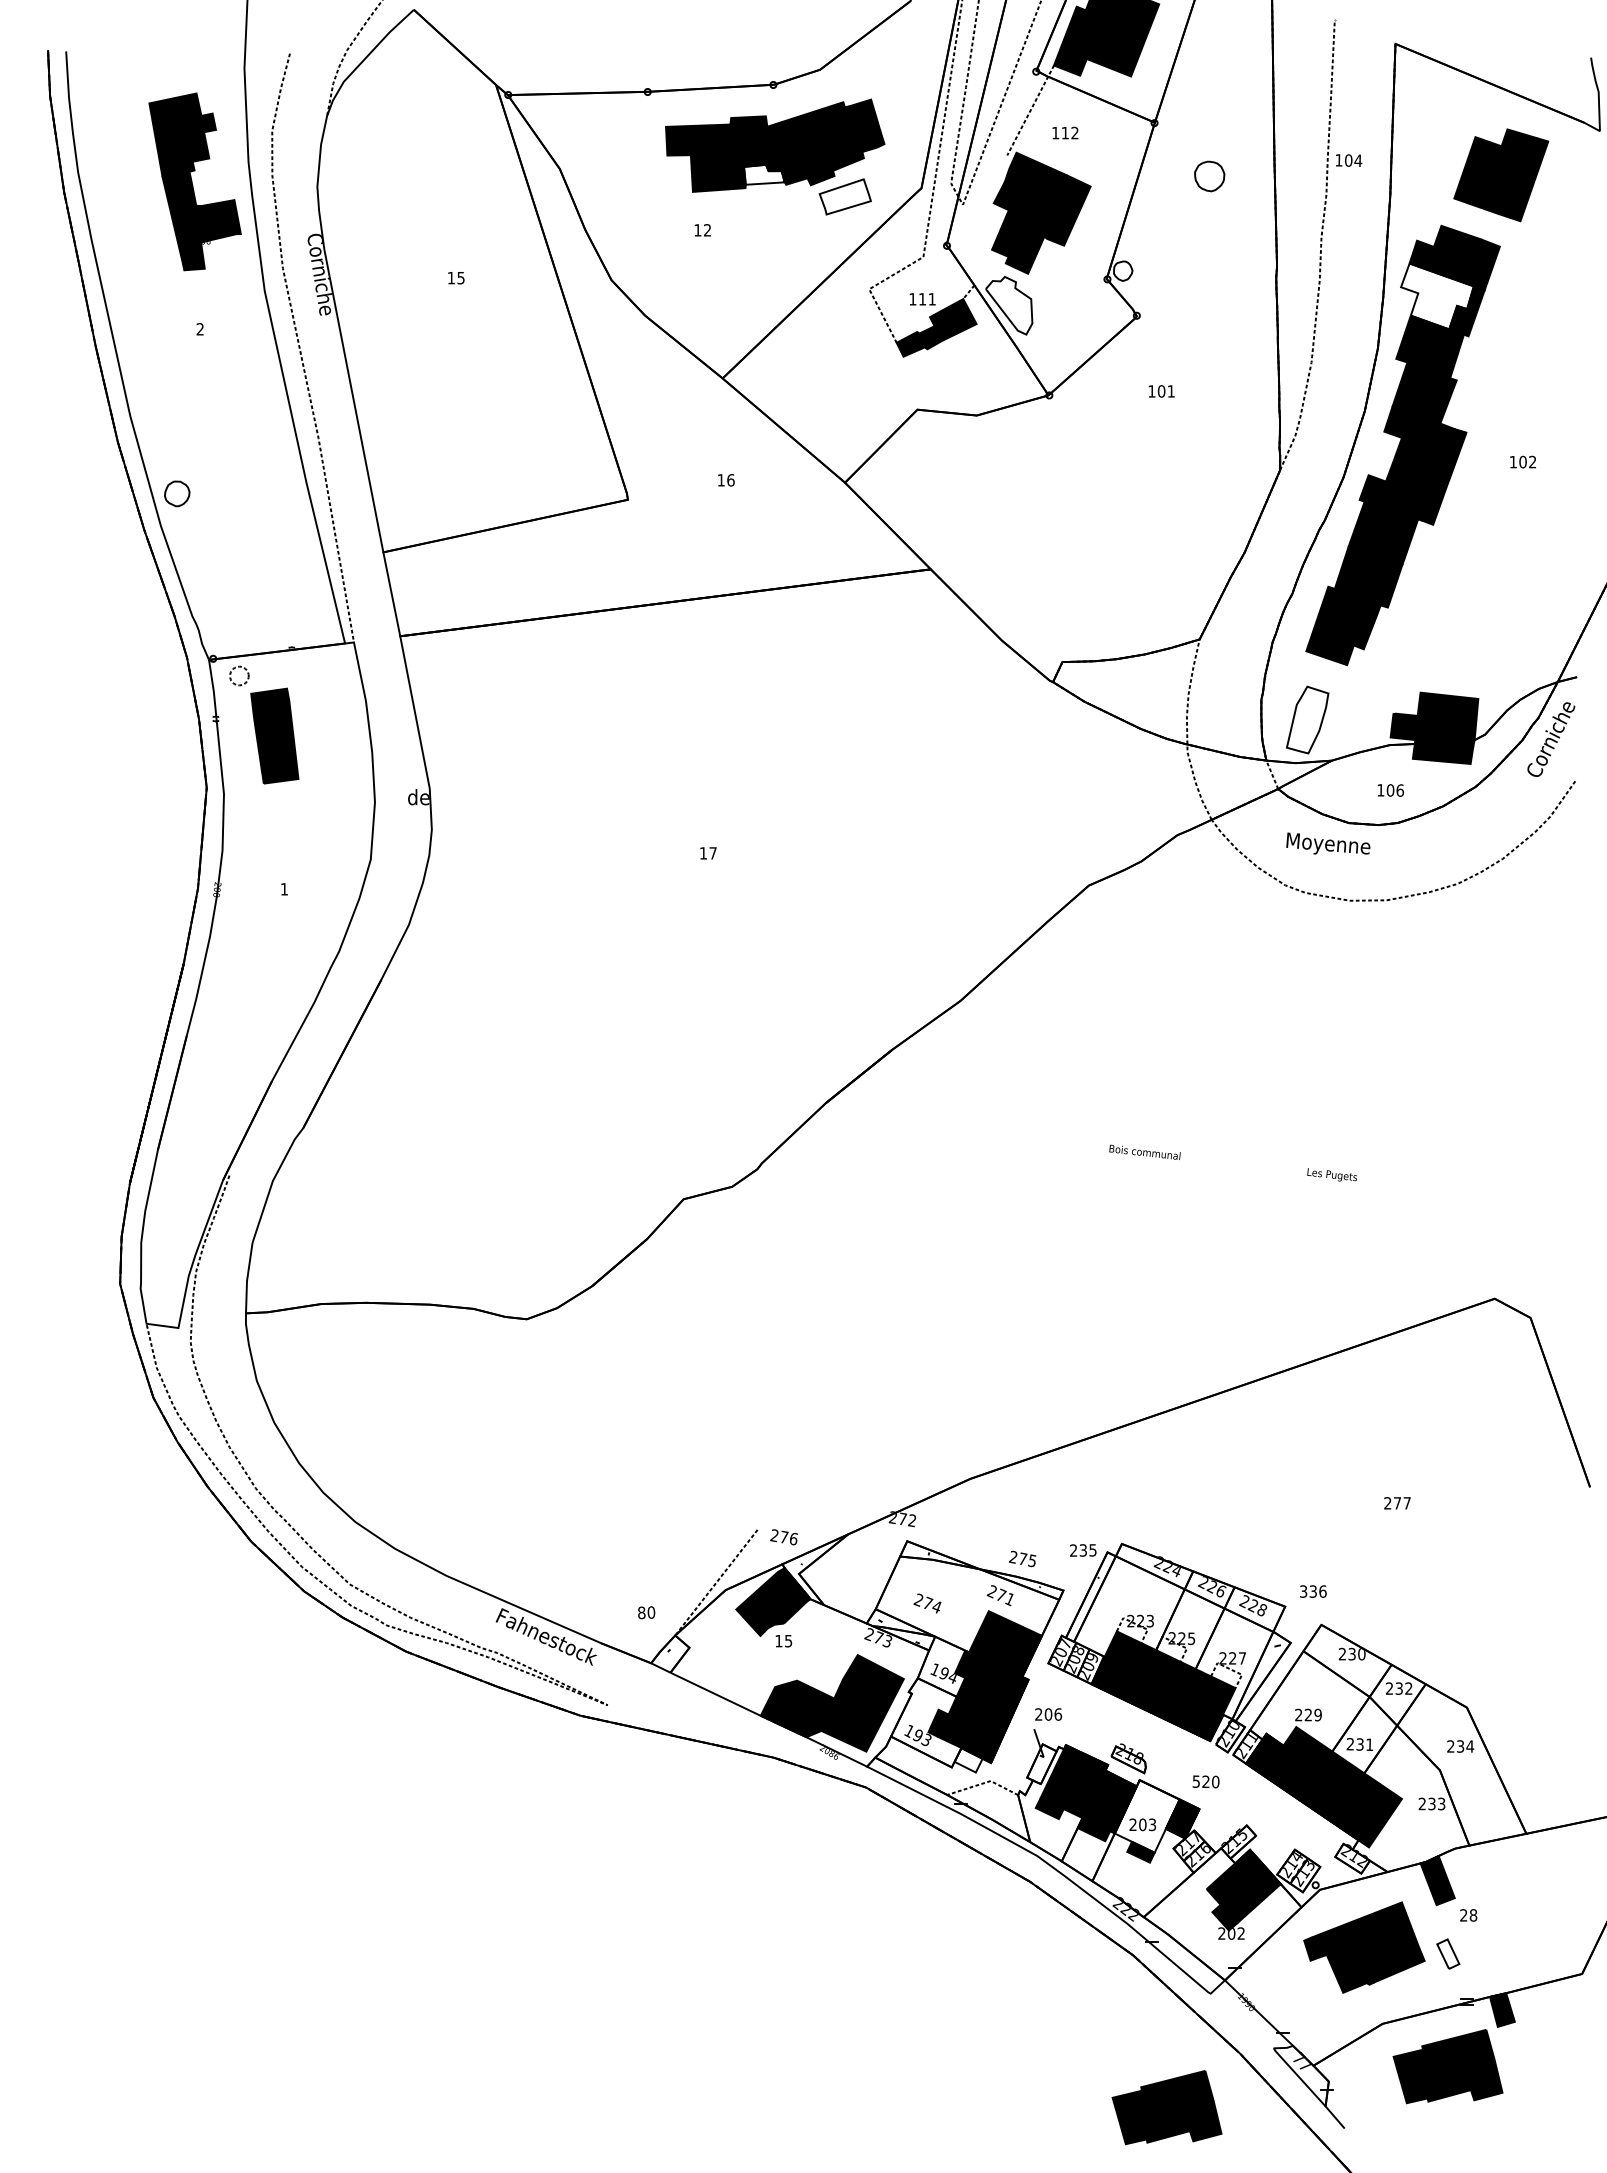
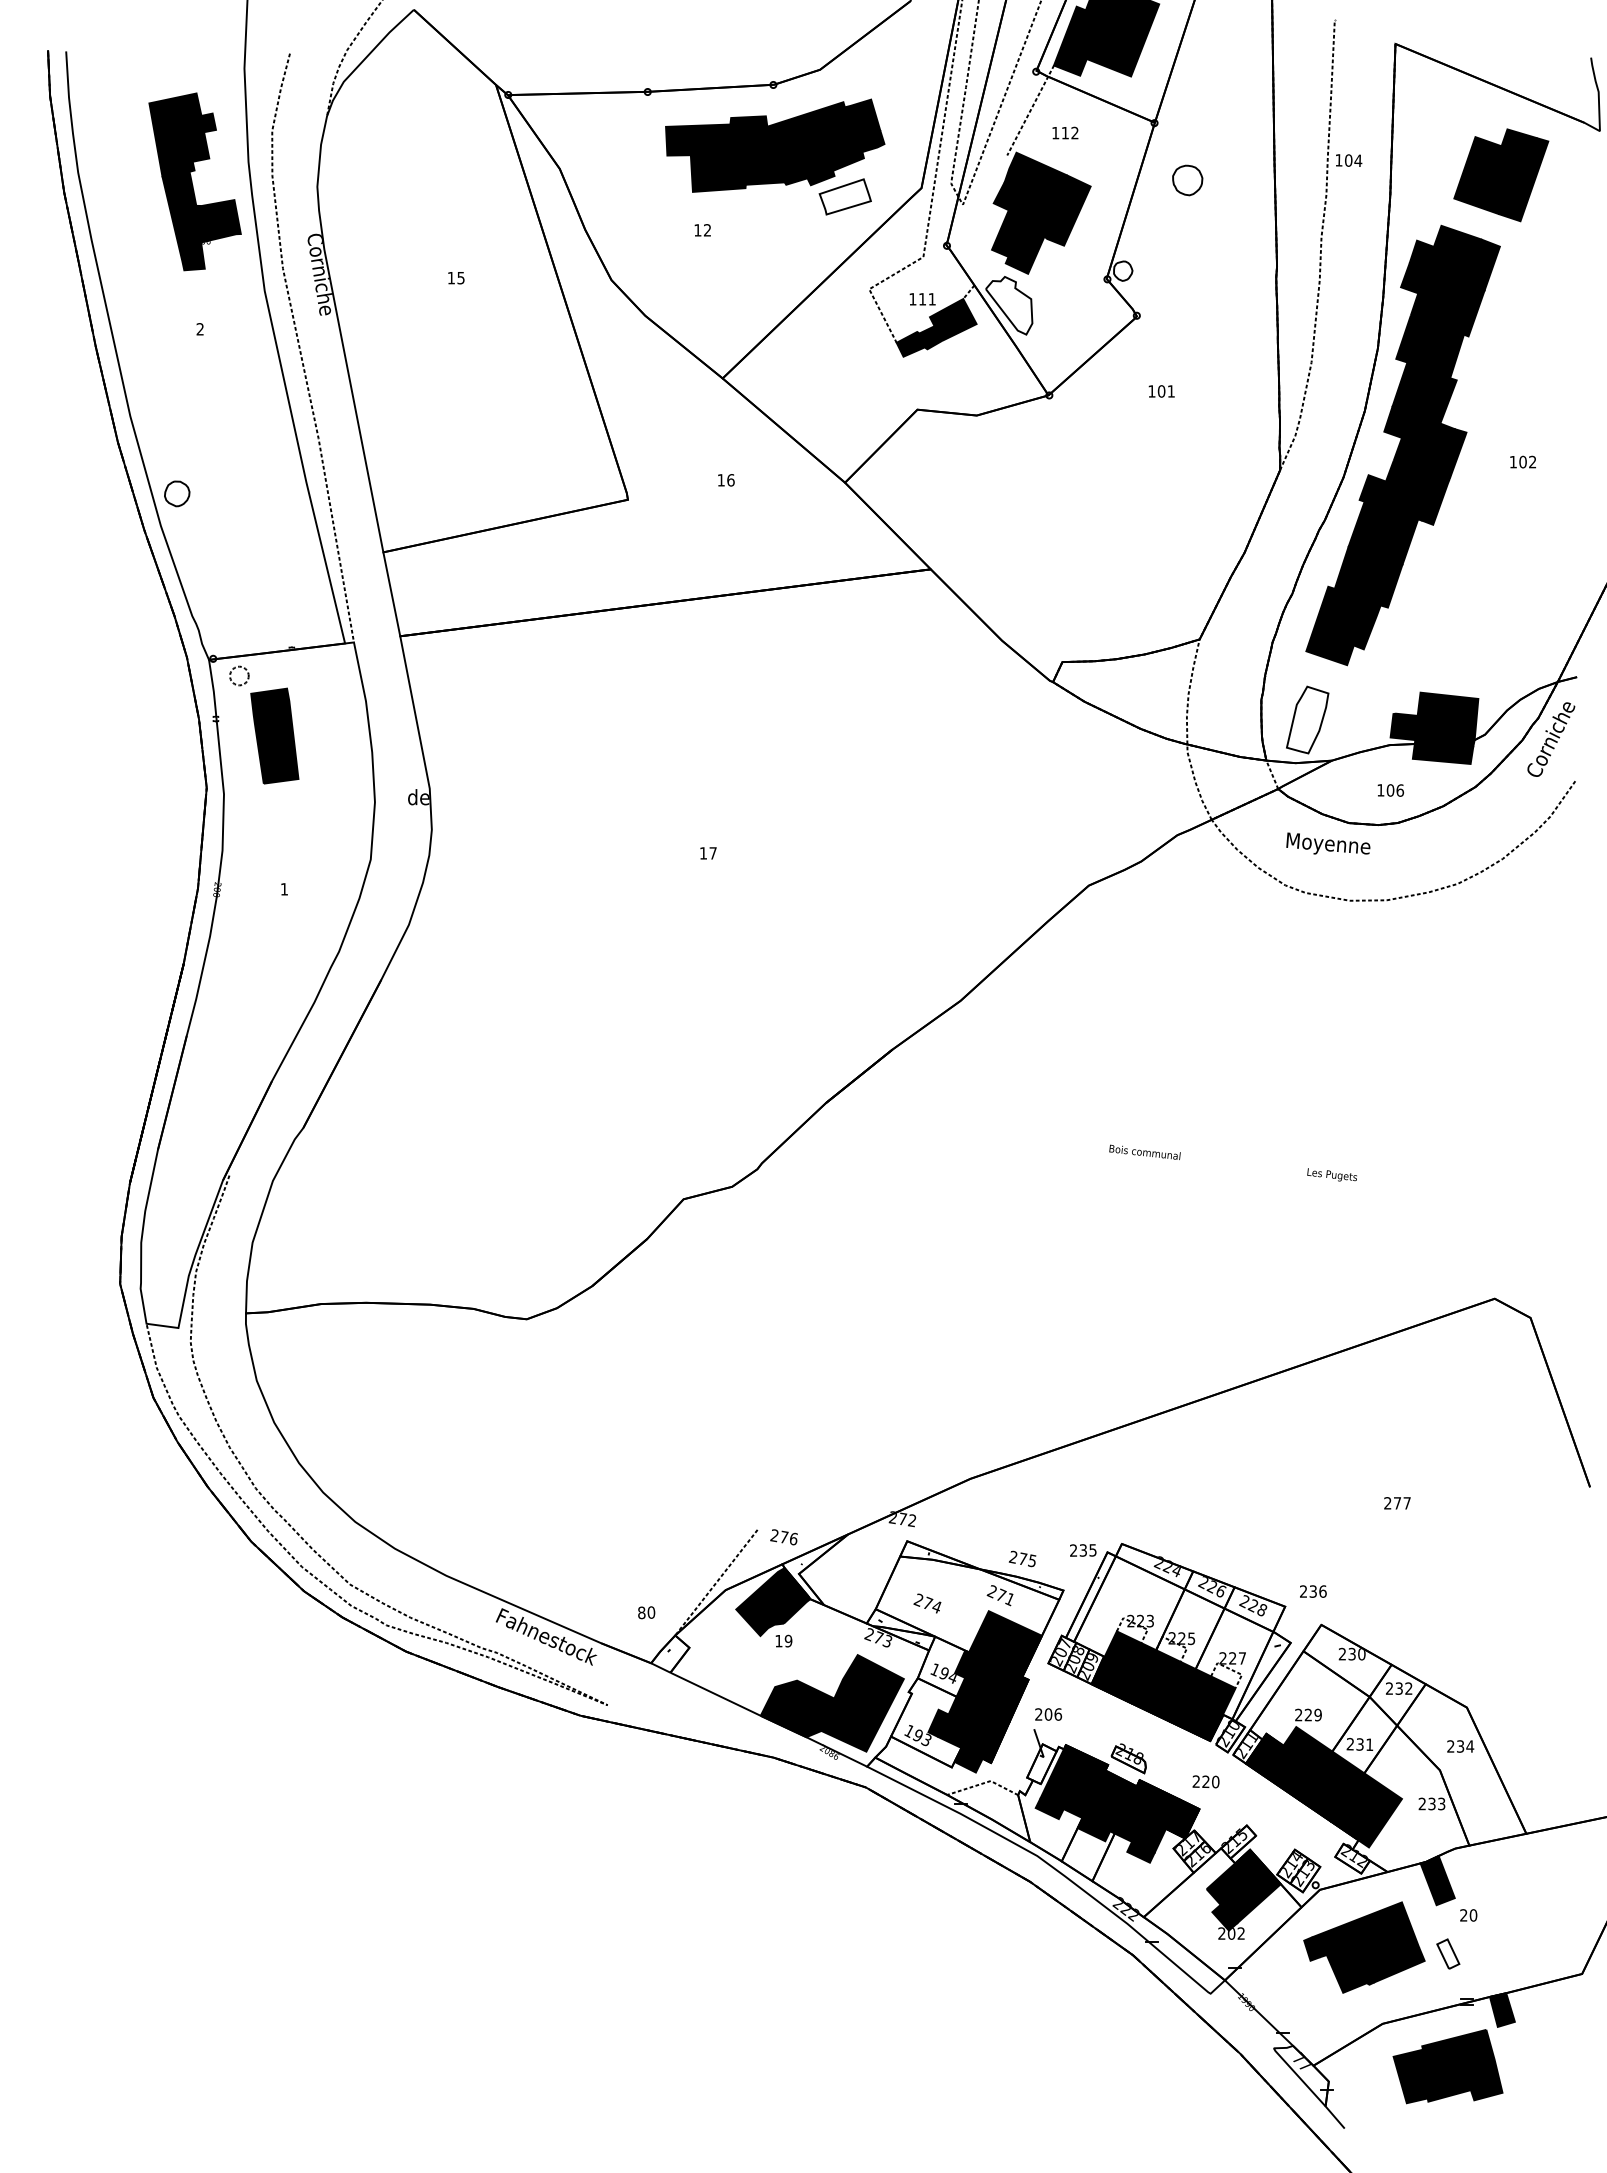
fill at (764, 174): none -> present
part at (1209, 176) position: (1209, 176) -> (1187, 180)
fill at (1437, 296): none -> present
text at (1303, 1591): 336 -> 236
text at (788, 1640): 15 -> 19
fill at (968, 1760): none -> present
text at (1195, 1781): 520 -> 220
fill at (1146, 1816): none -> present
text at (1473, 1915): 28 -> 20
part at (1166, 2107): present -> none
